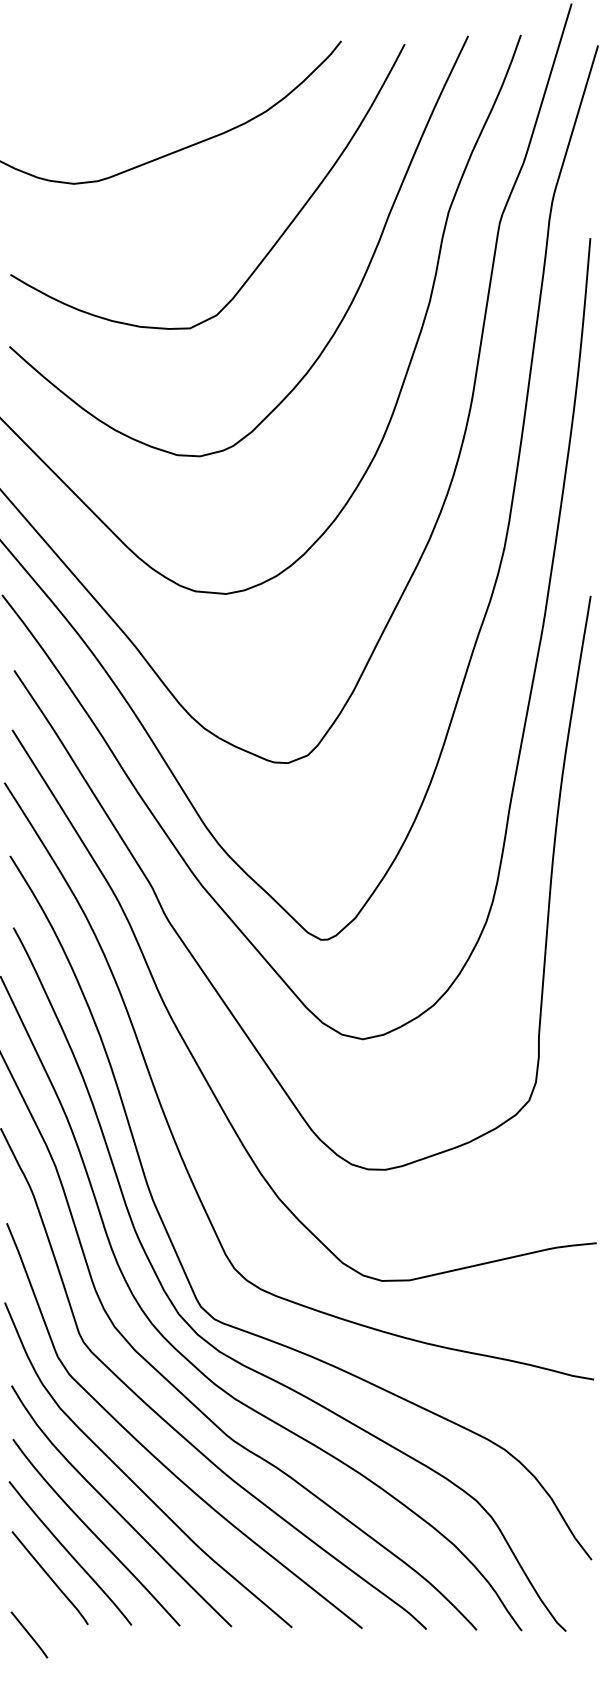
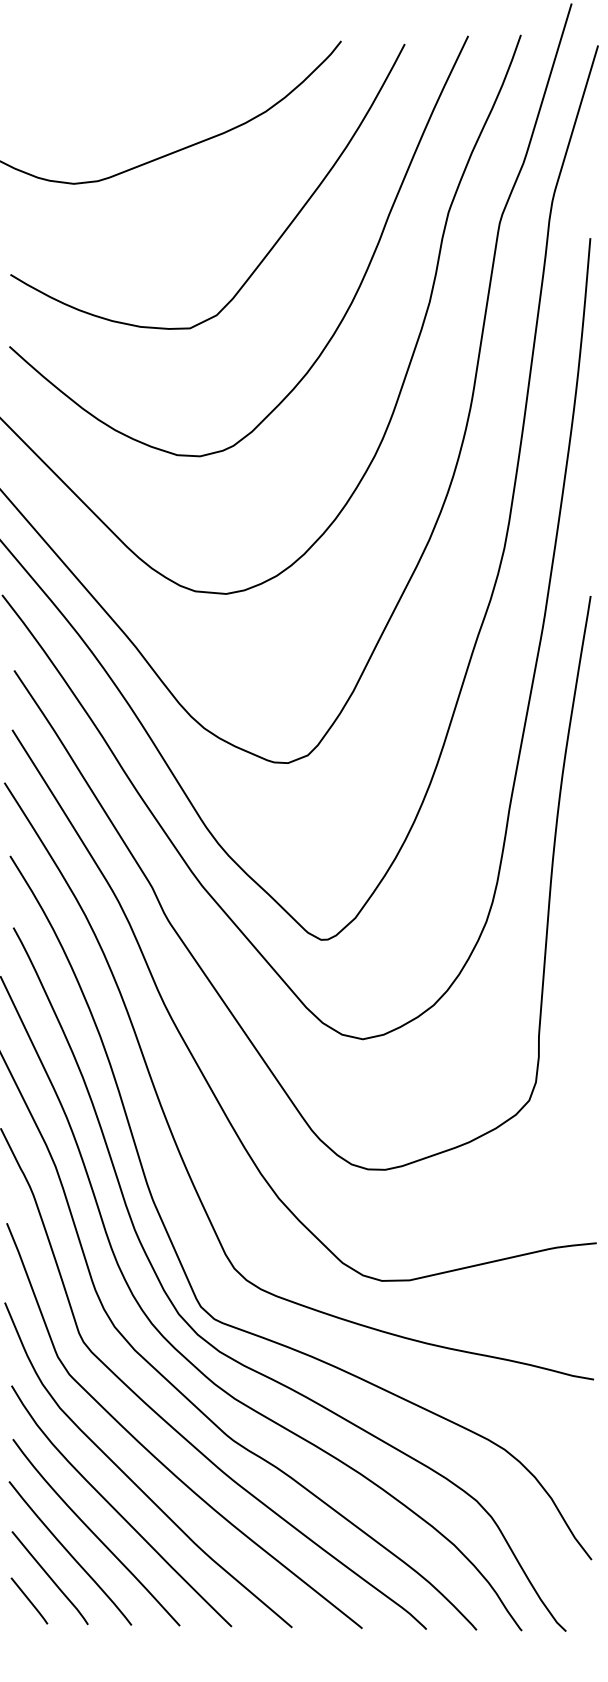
line at (29, 1634) position: (29, 1634) -> (29, 1600)
